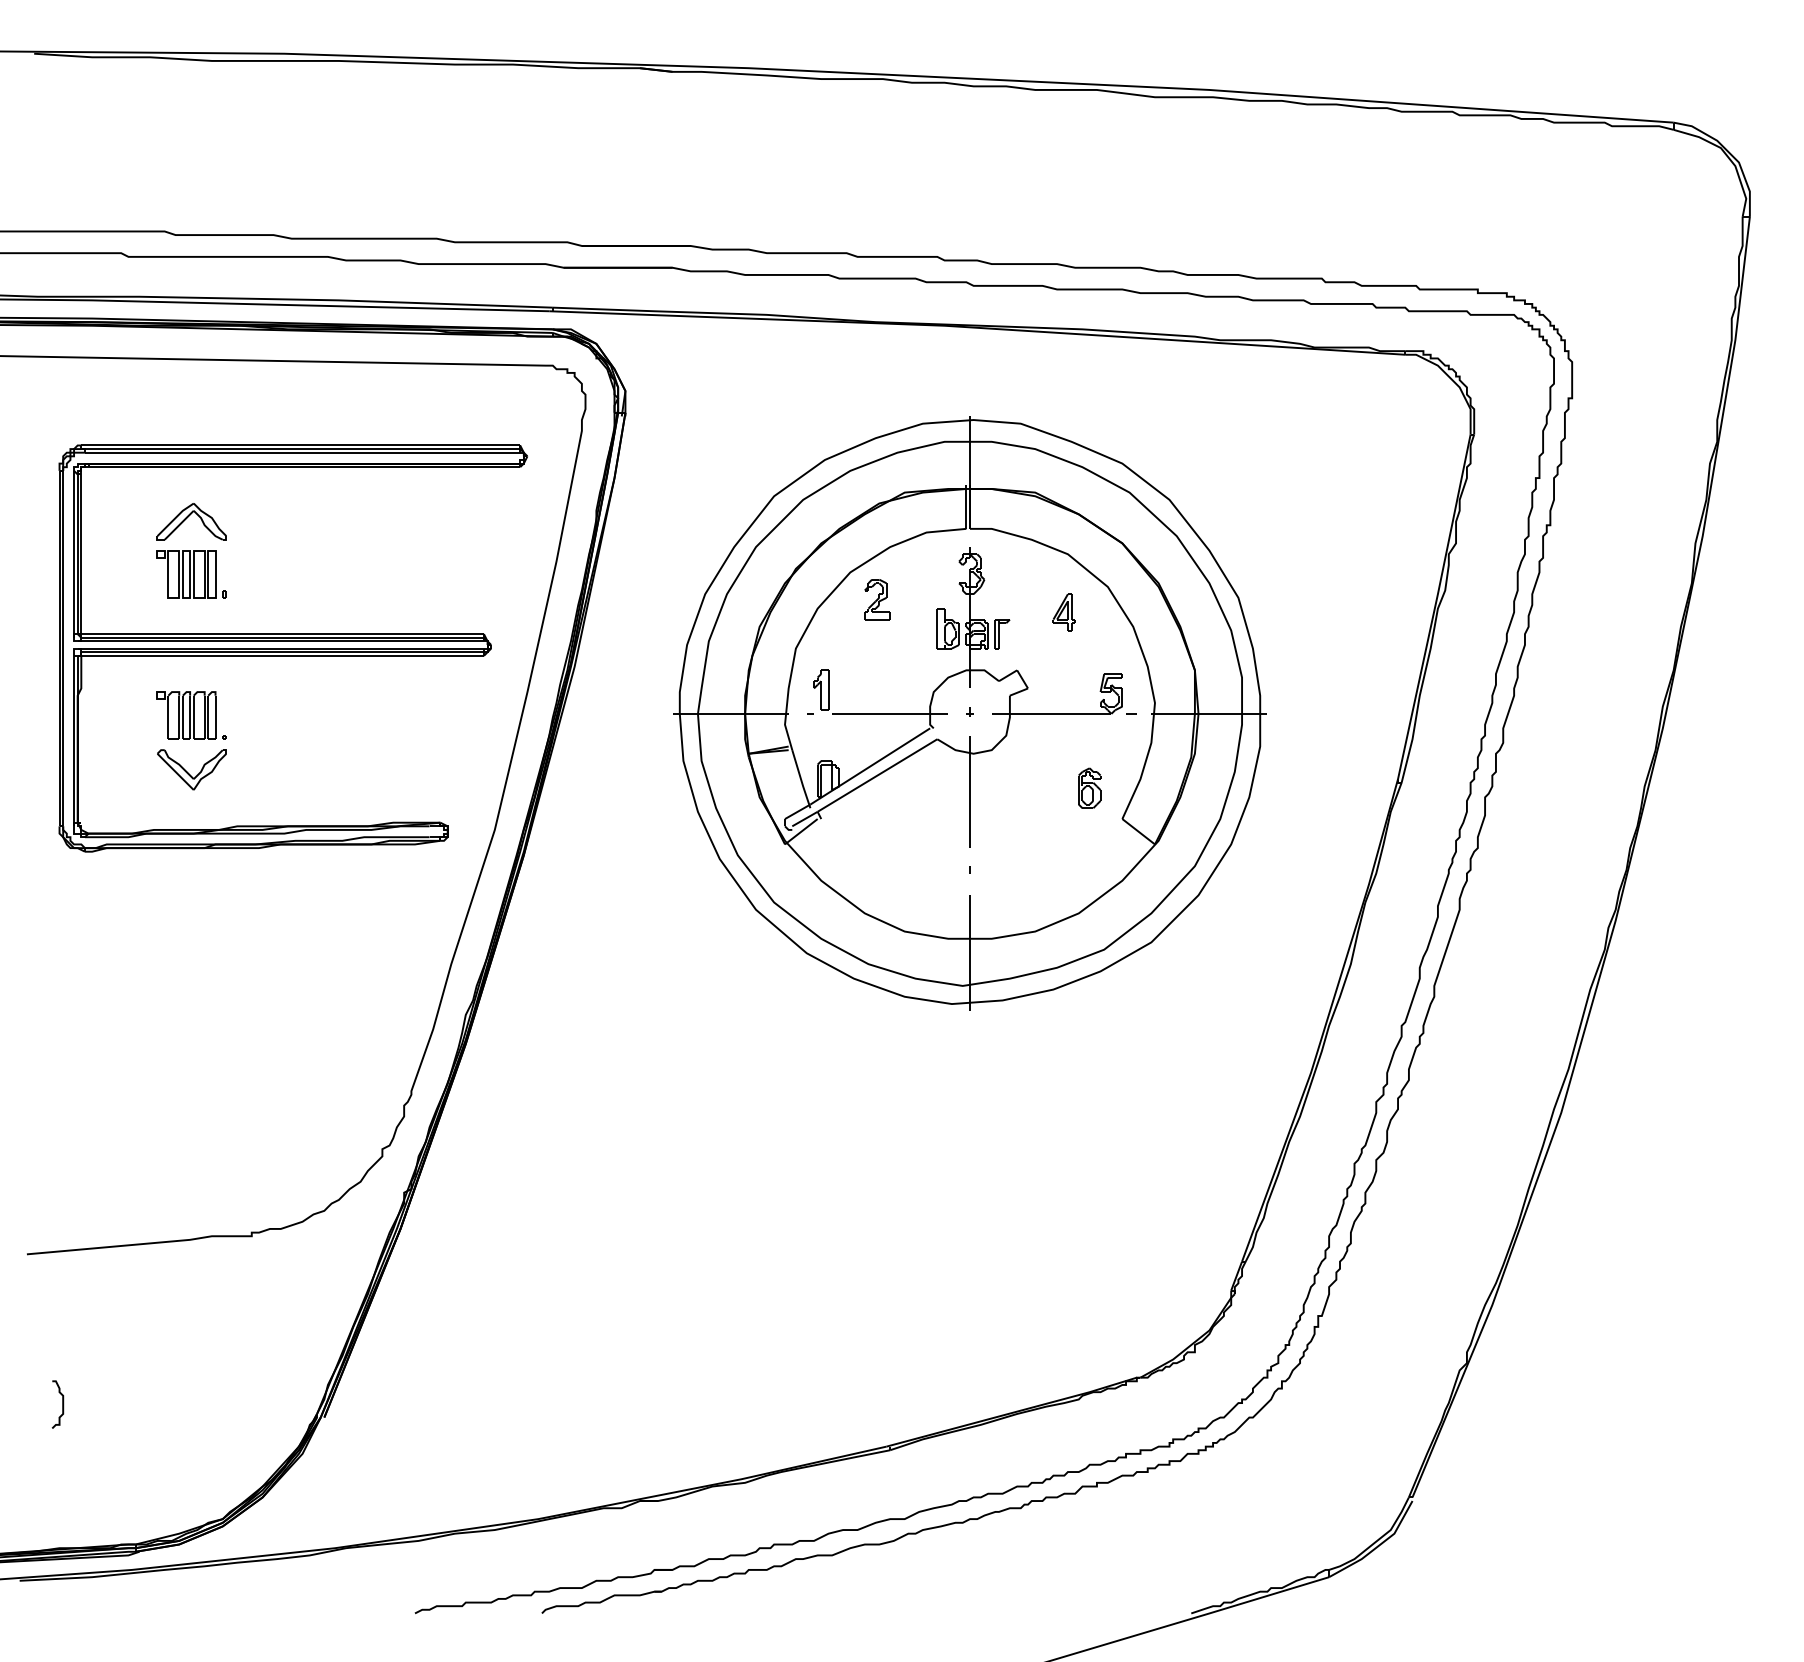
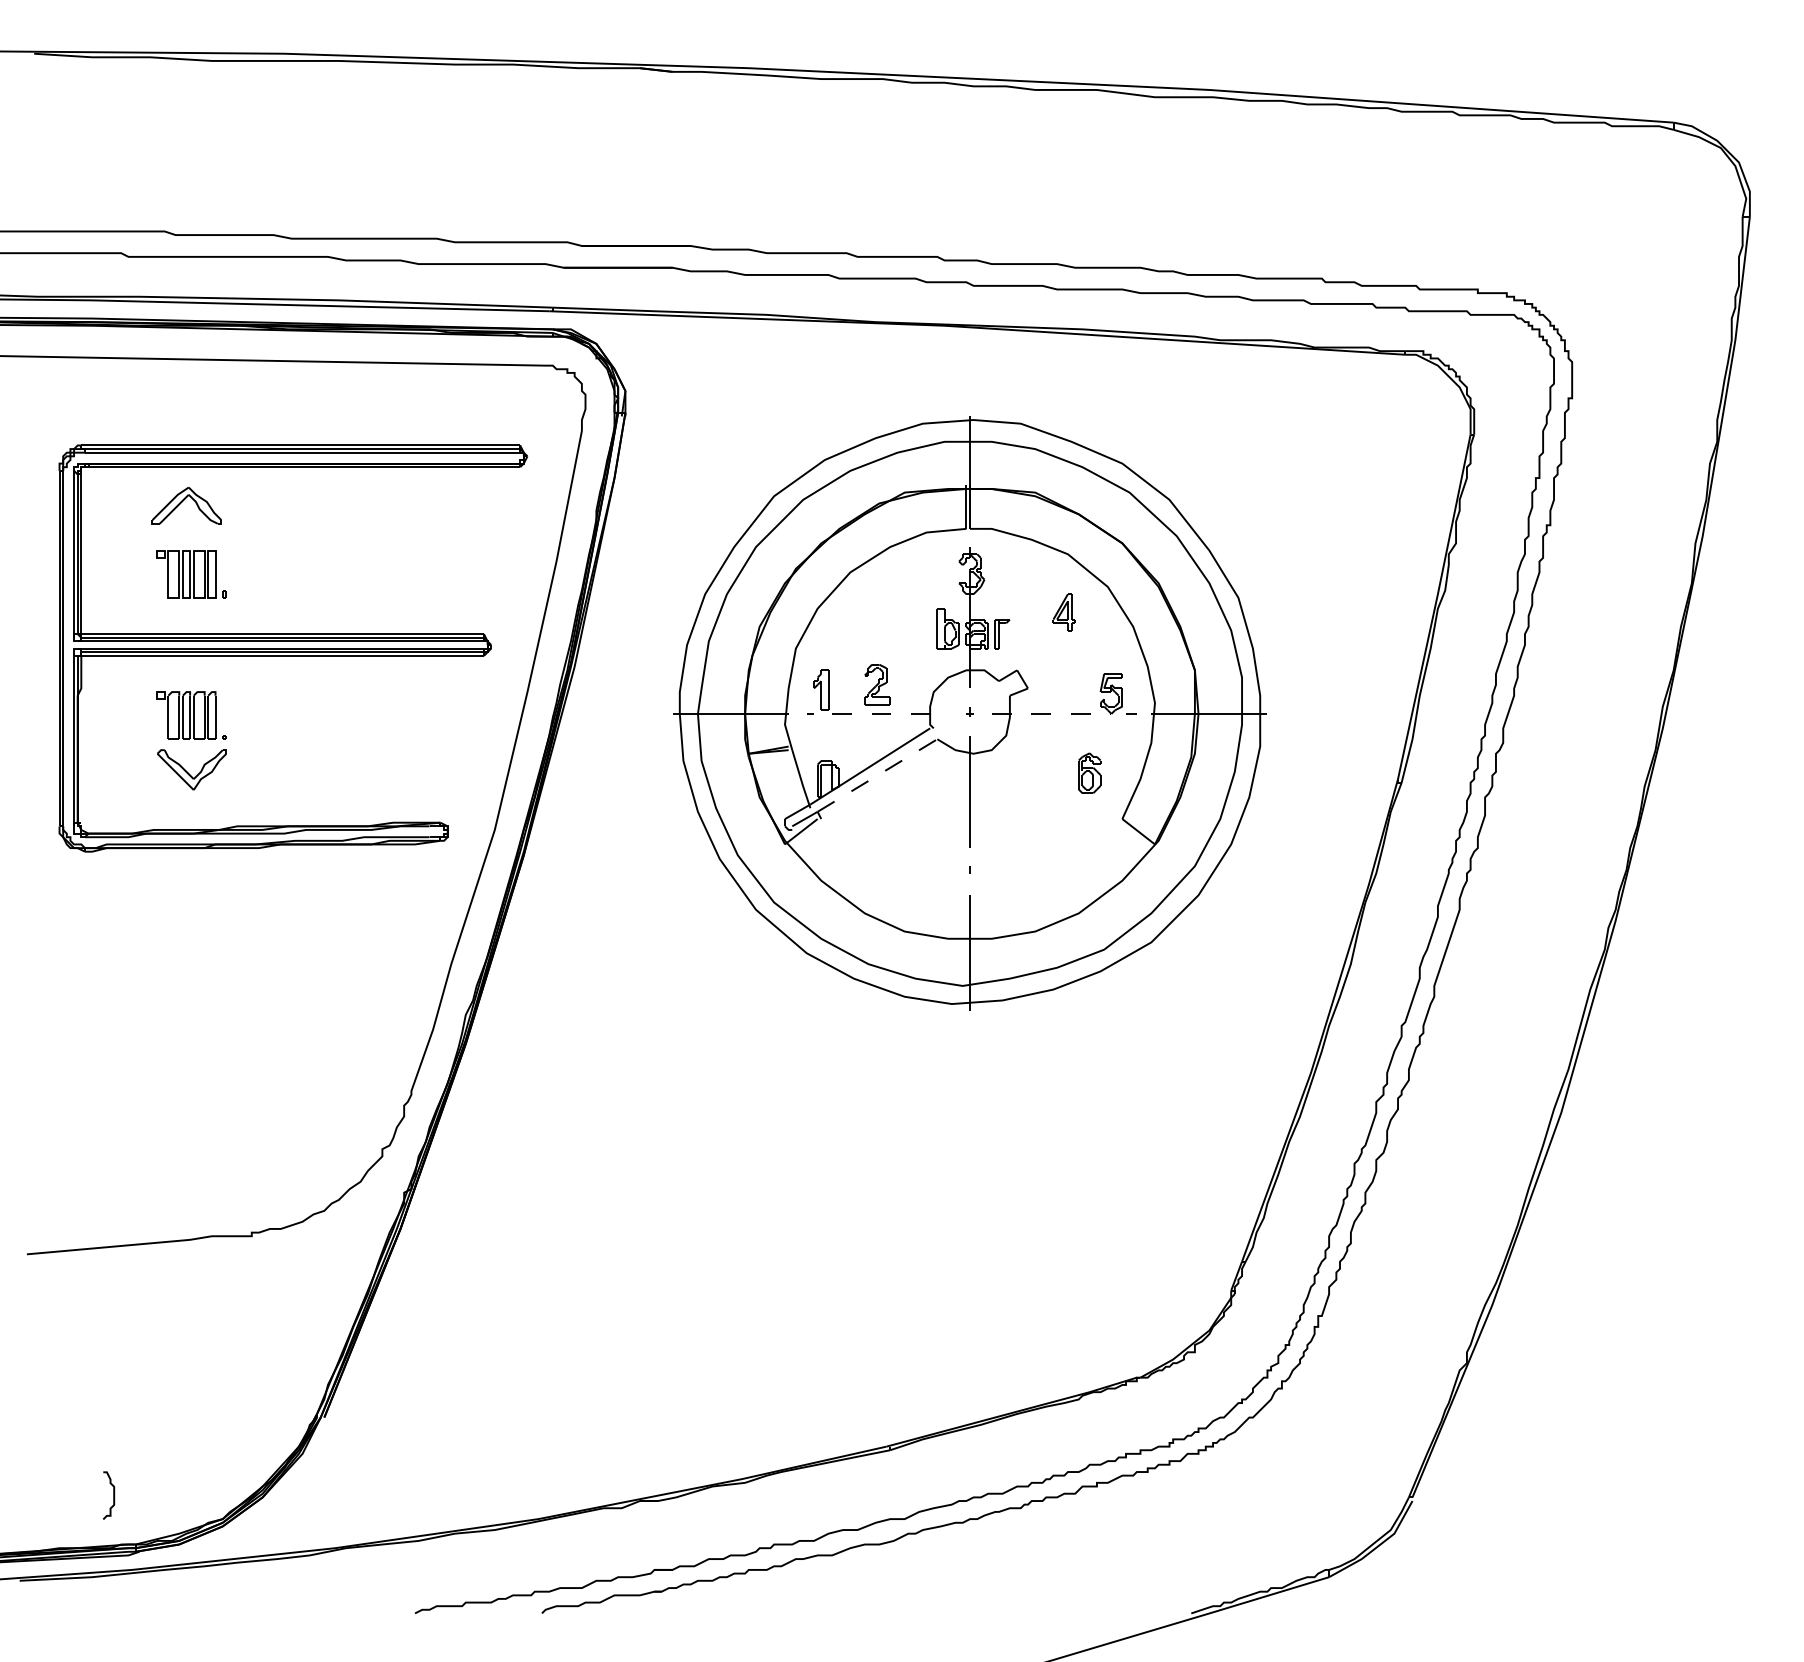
part at (191, 521) position: (191, 521) -> (186, 505)
part at (877, 599) position: (877, 599) -> (877, 684)
line at (890, 713): solid -> dashed
line at (1051, 713): solid -> dashed
line at (877, 775): solid -> dashed
part at (1089, 787) position: (1089, 787) -> (1089, 772)
curve at (62, 1404) position: (62, 1404) -> (113, 1495)
